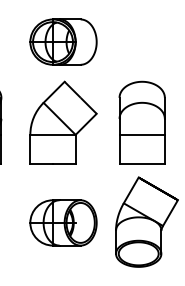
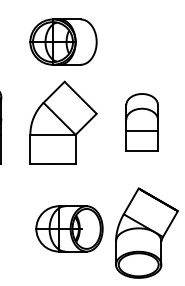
part at (141, 122) size: 48x85 px -> 34x59 px
part at (146, 221) position: (146, 221) -> (146, 232)
part at (63, 222) position: (63, 222) -> (69, 228)
